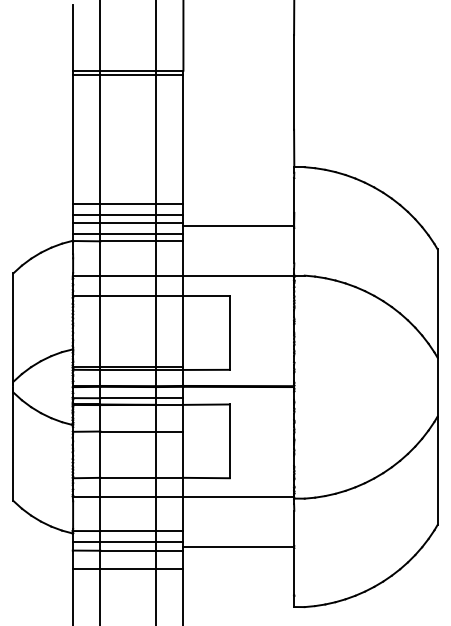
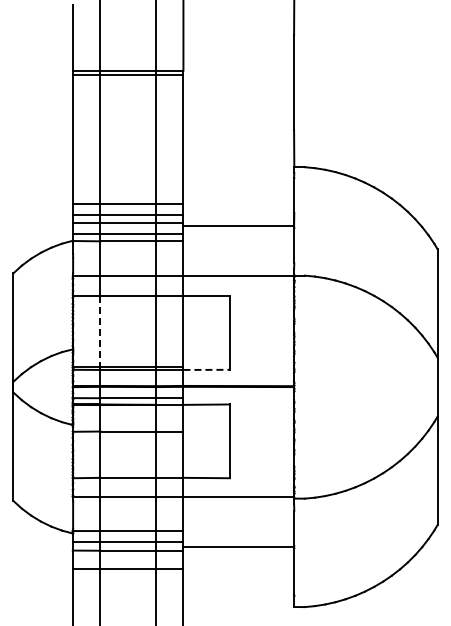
line at (100, 331): solid -> dashed
line at (207, 369): solid -> dashed
